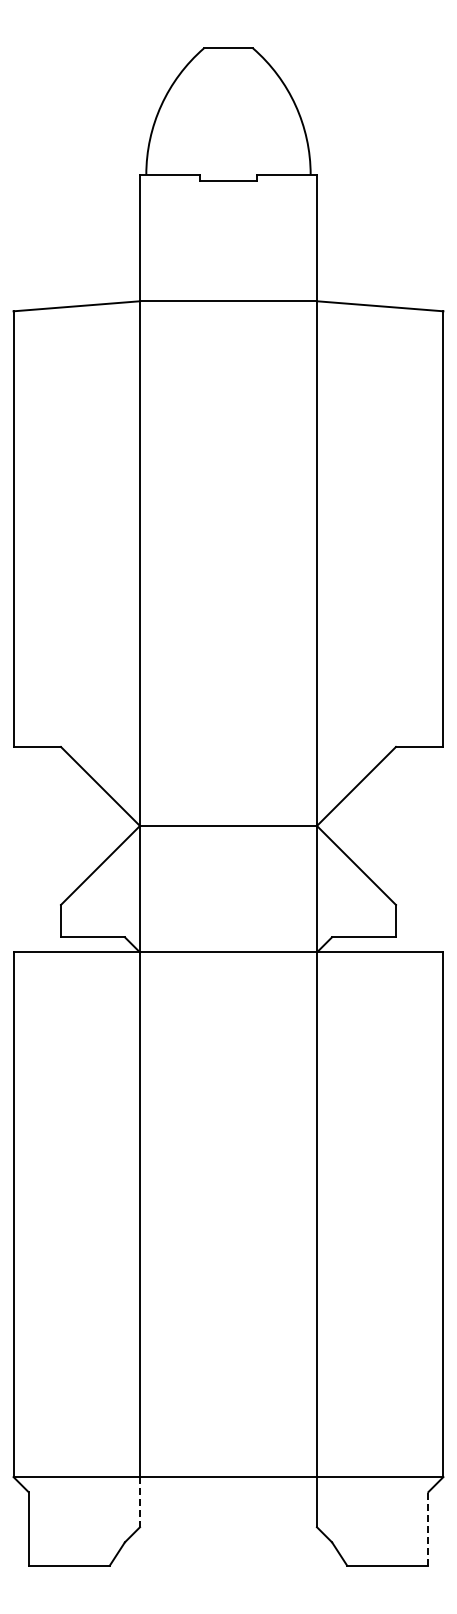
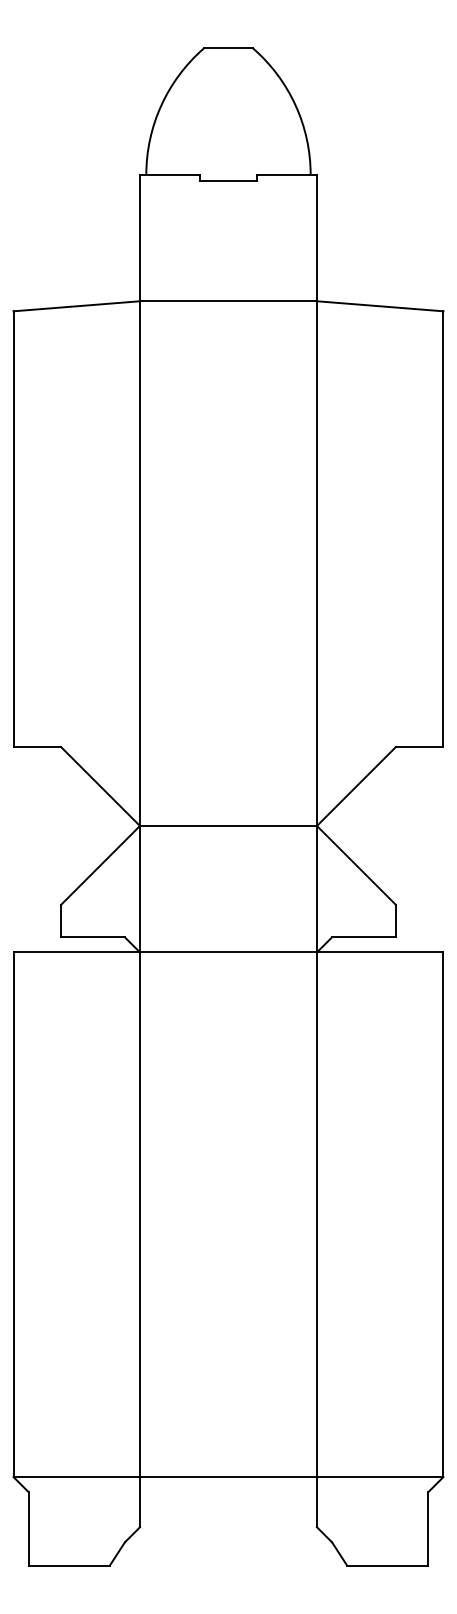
line at (139, 1502): dashed -> solid
line at (428, 1528): dashed -> solid
